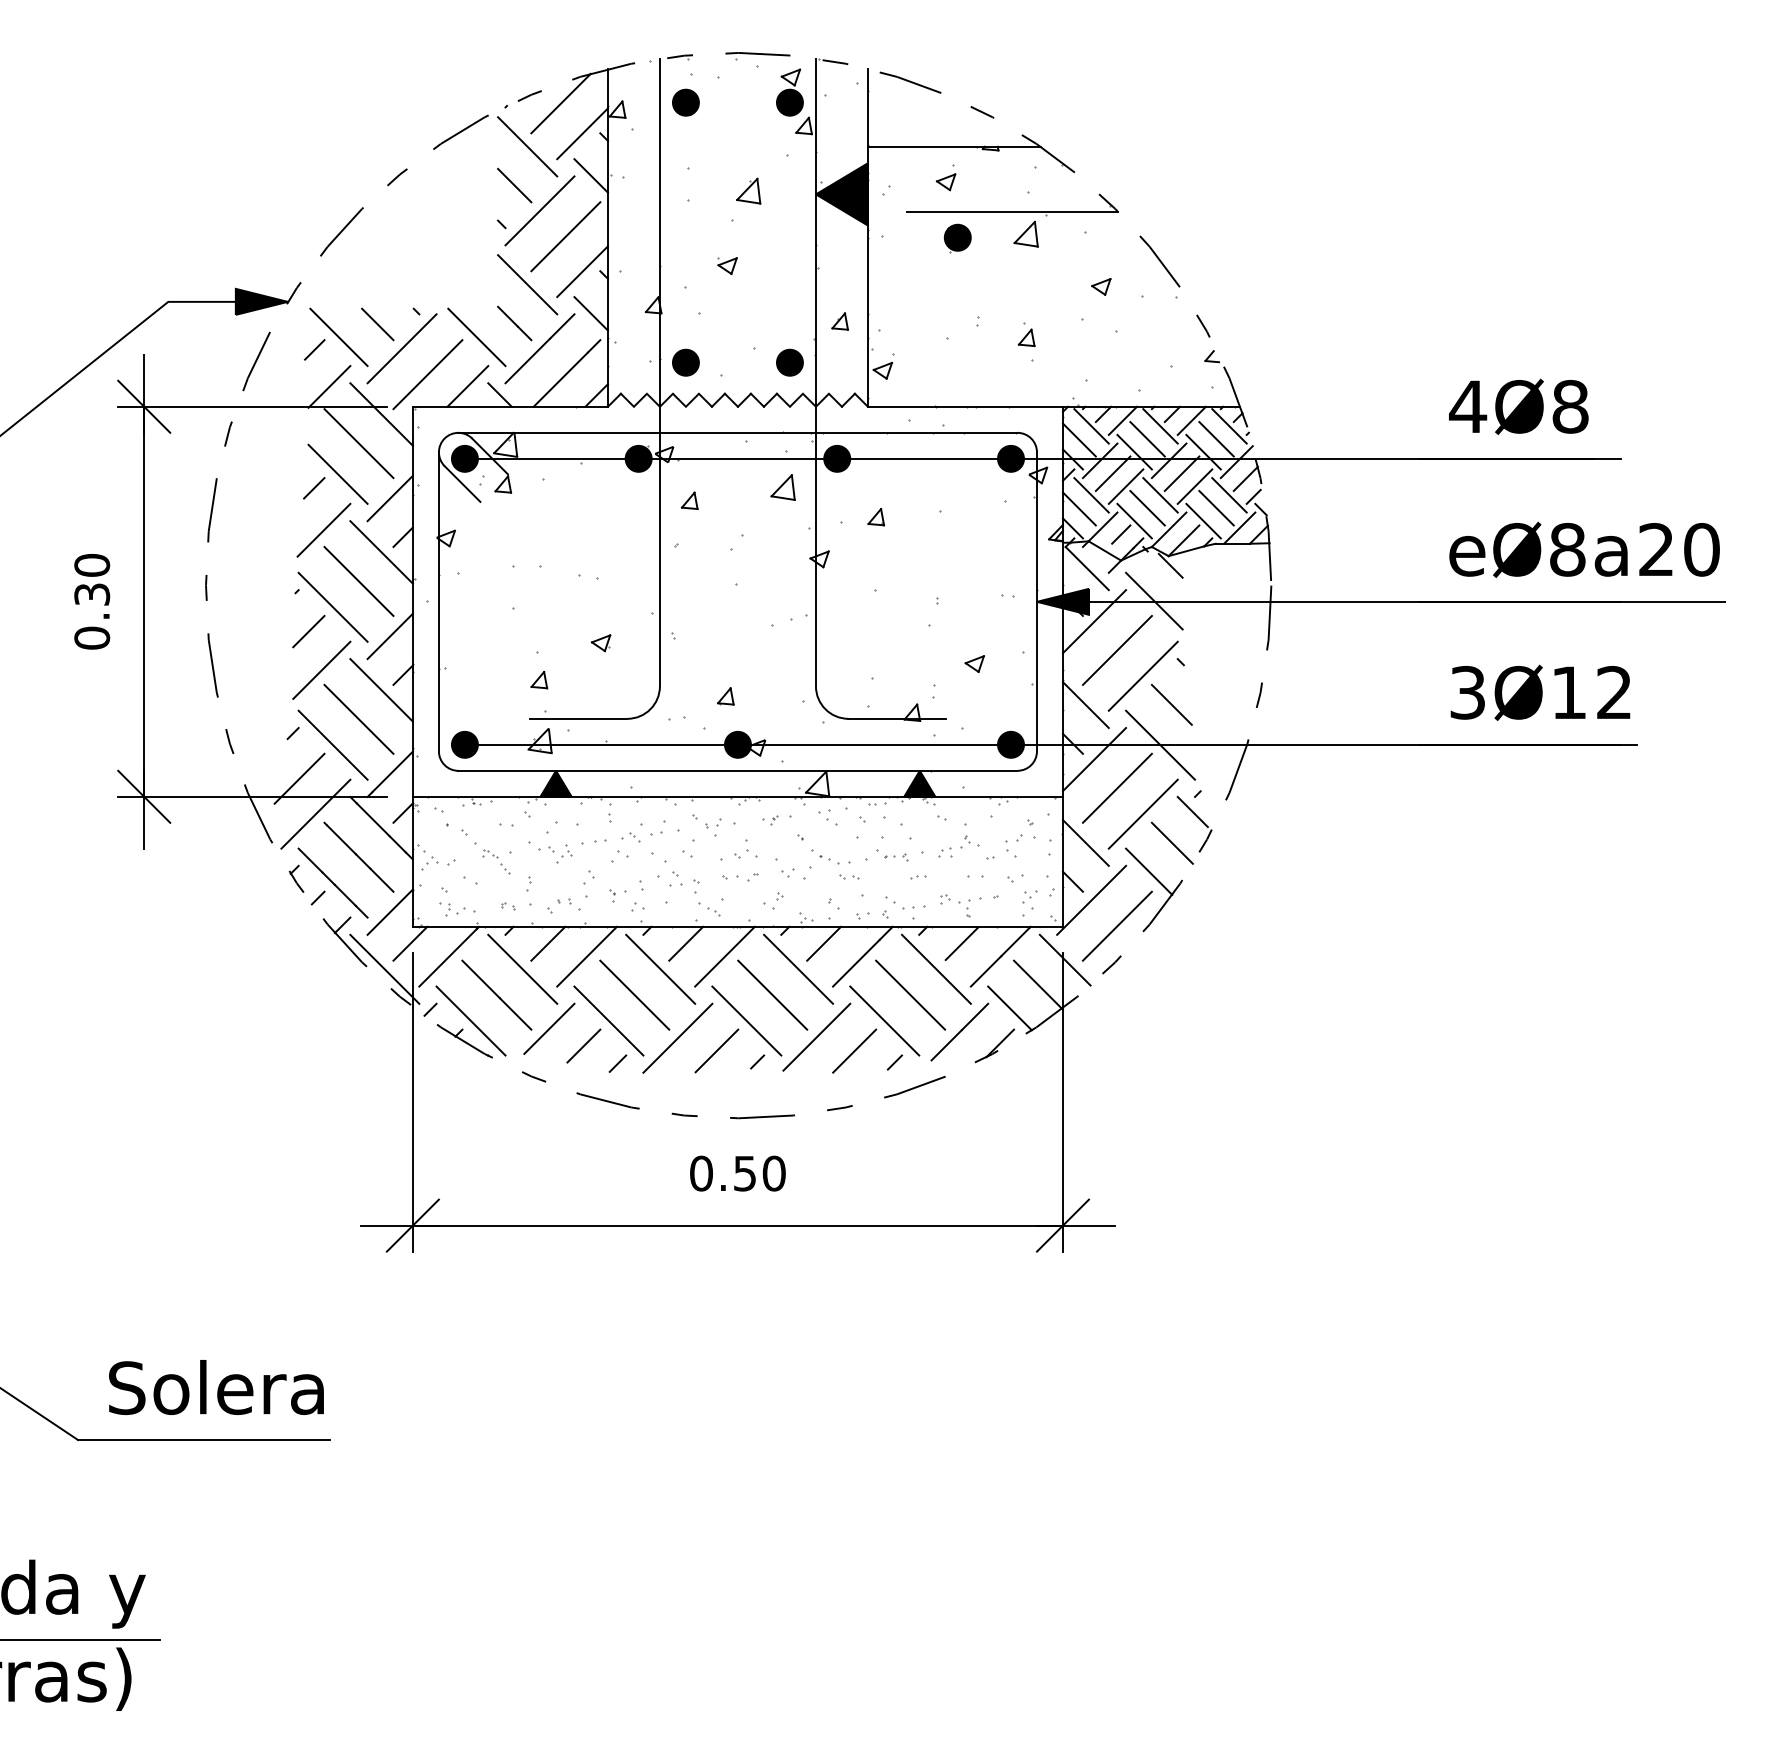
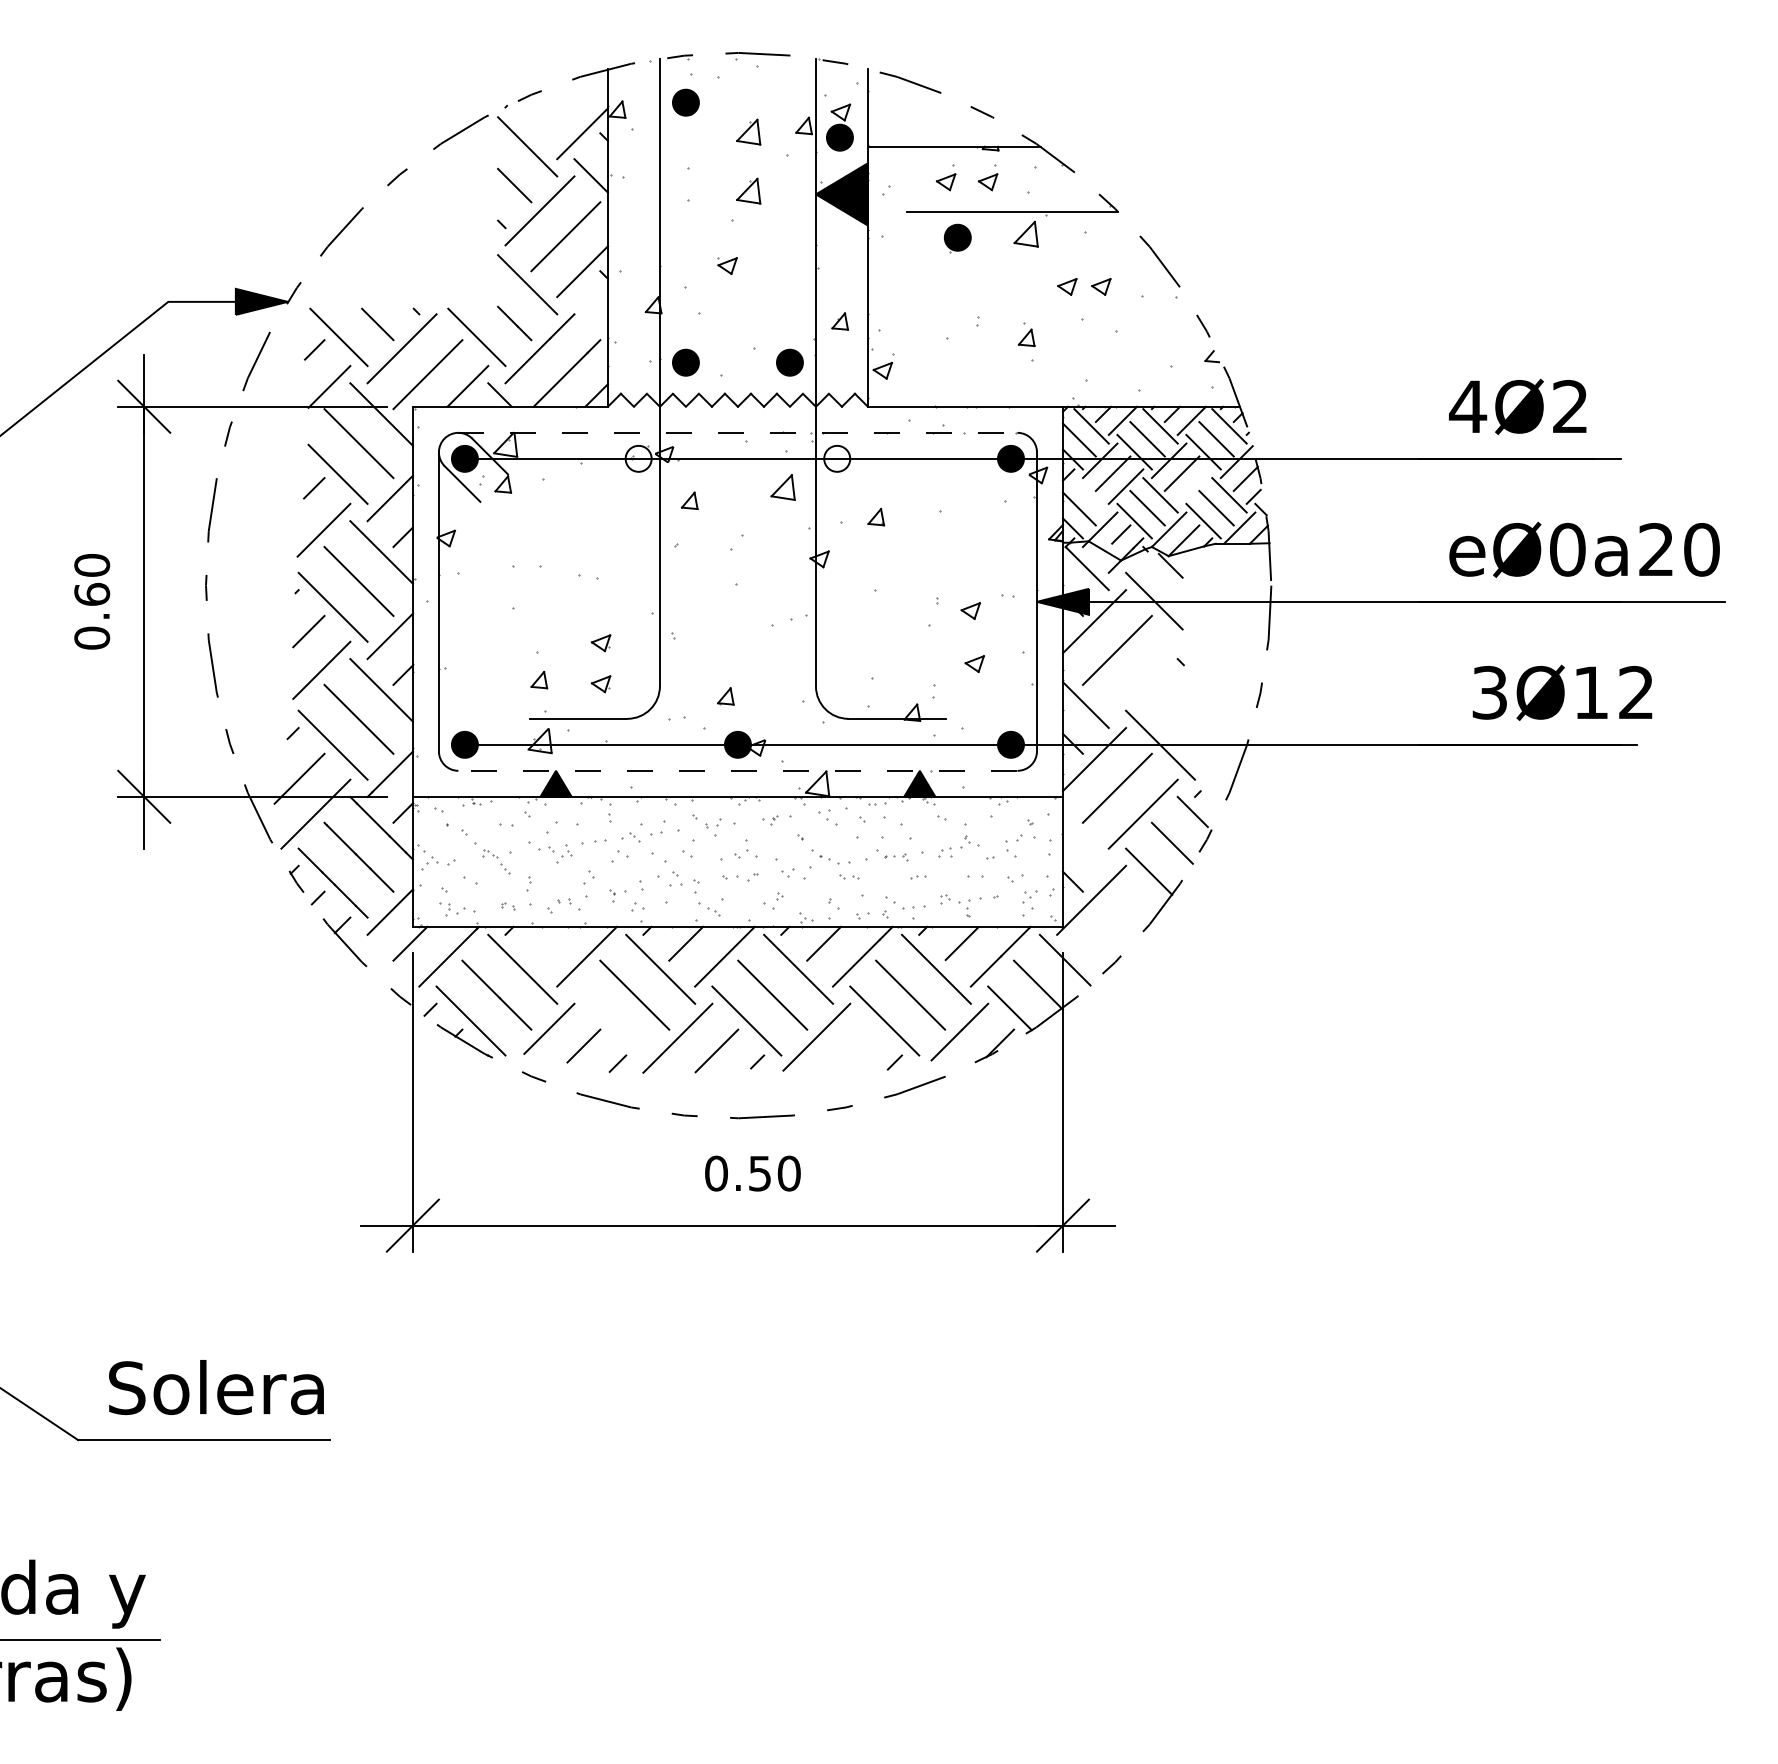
part at (789, 92) position: (789, 92) -> (839, 127)
line at (560, 103): present -> none
part at (748, 131): none -> present
part at (988, 177): none -> present
part at (1067, 286): none -> present
line at (590, 313): present -> none
text at (1570, 406): 4Ø8 -> 4Ø2
line at (737, 432): solid -> dashed
fill at (638, 458): present -> none
fill at (837, 458): present -> none
line at (1194, 486): present -> none
line at (1091, 495): present -> none
text at (1567, 549): eØ8a20 -> eØ0a20
text at (92, 593): 0.30 -> 0.60
part at (970, 610): none -> present
line at (1142, 675): present -> none
part at (600, 684): none -> present
text at (1540, 692) position: (1540, 692) -> (1562, 692)
line at (1171, 704): present -> none
line at (737, 770): solid -> dashed
line at (1085, 842): present -> none
line at (1116, 925): present -> none
line at (548, 943): present -> none
line at (384, 968): present -> none
line at (608, 1020): present -> none
line at (854, 1050): present -> none
text at (737, 1173) position: (737, 1173) -> (752, 1173)
